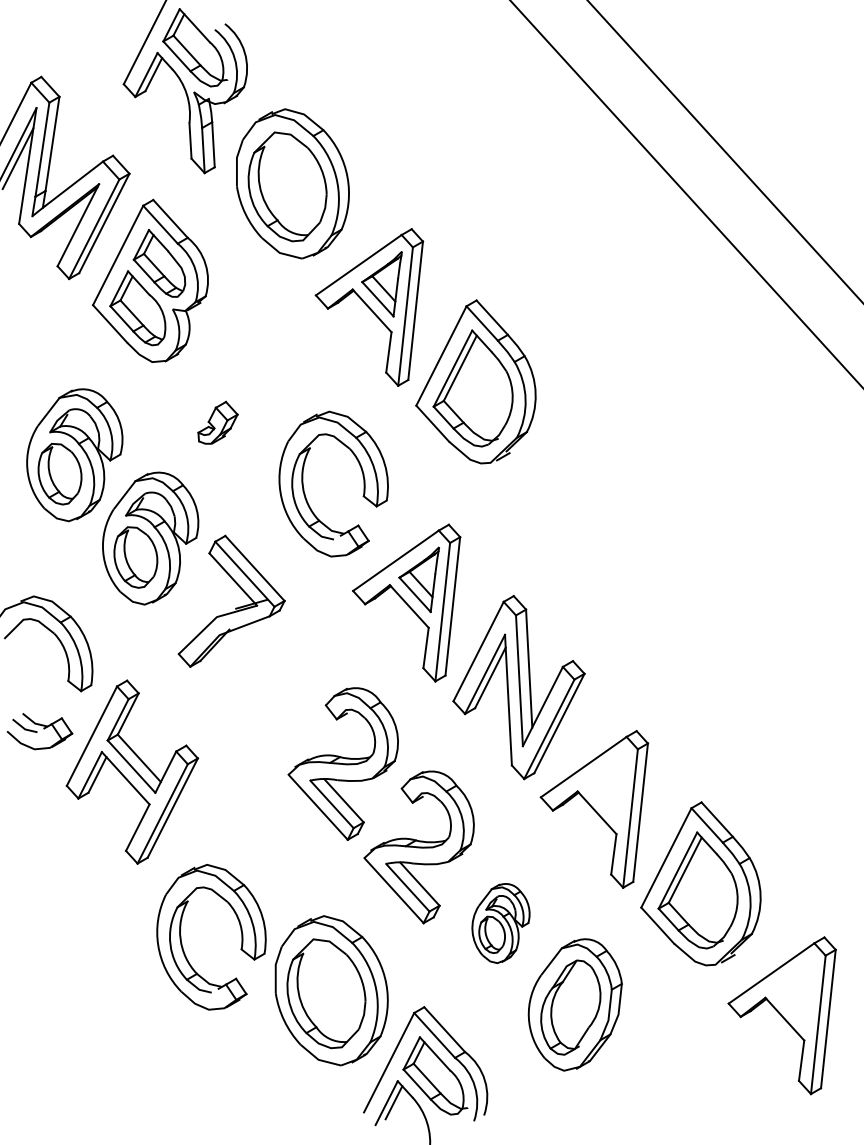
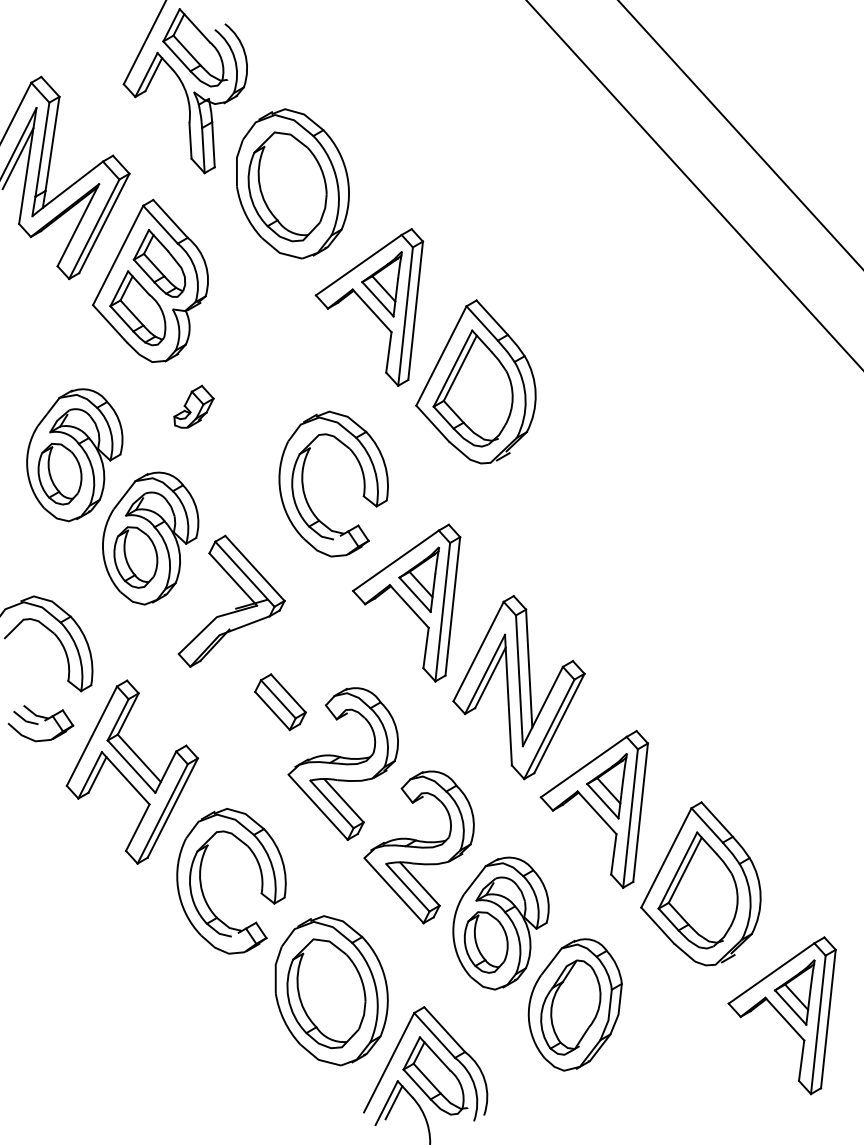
line at (724, 151) position: (724, 151) -> (739, 134)
line at (685, 193) position: (685, 193) -> (694, 184)
part at (217, 422) position: (217, 422) -> (193, 406)
part at (280, 702): none -> present
part at (39, 731) position: (39, 731) -> (40, 723)
part at (606, 786): none -> present
part at (500, 923) size: 60x82 px -> 98x135 px
part at (182, 943) position: (182, 943) -> (202, 887)
part at (794, 992): none -> present
